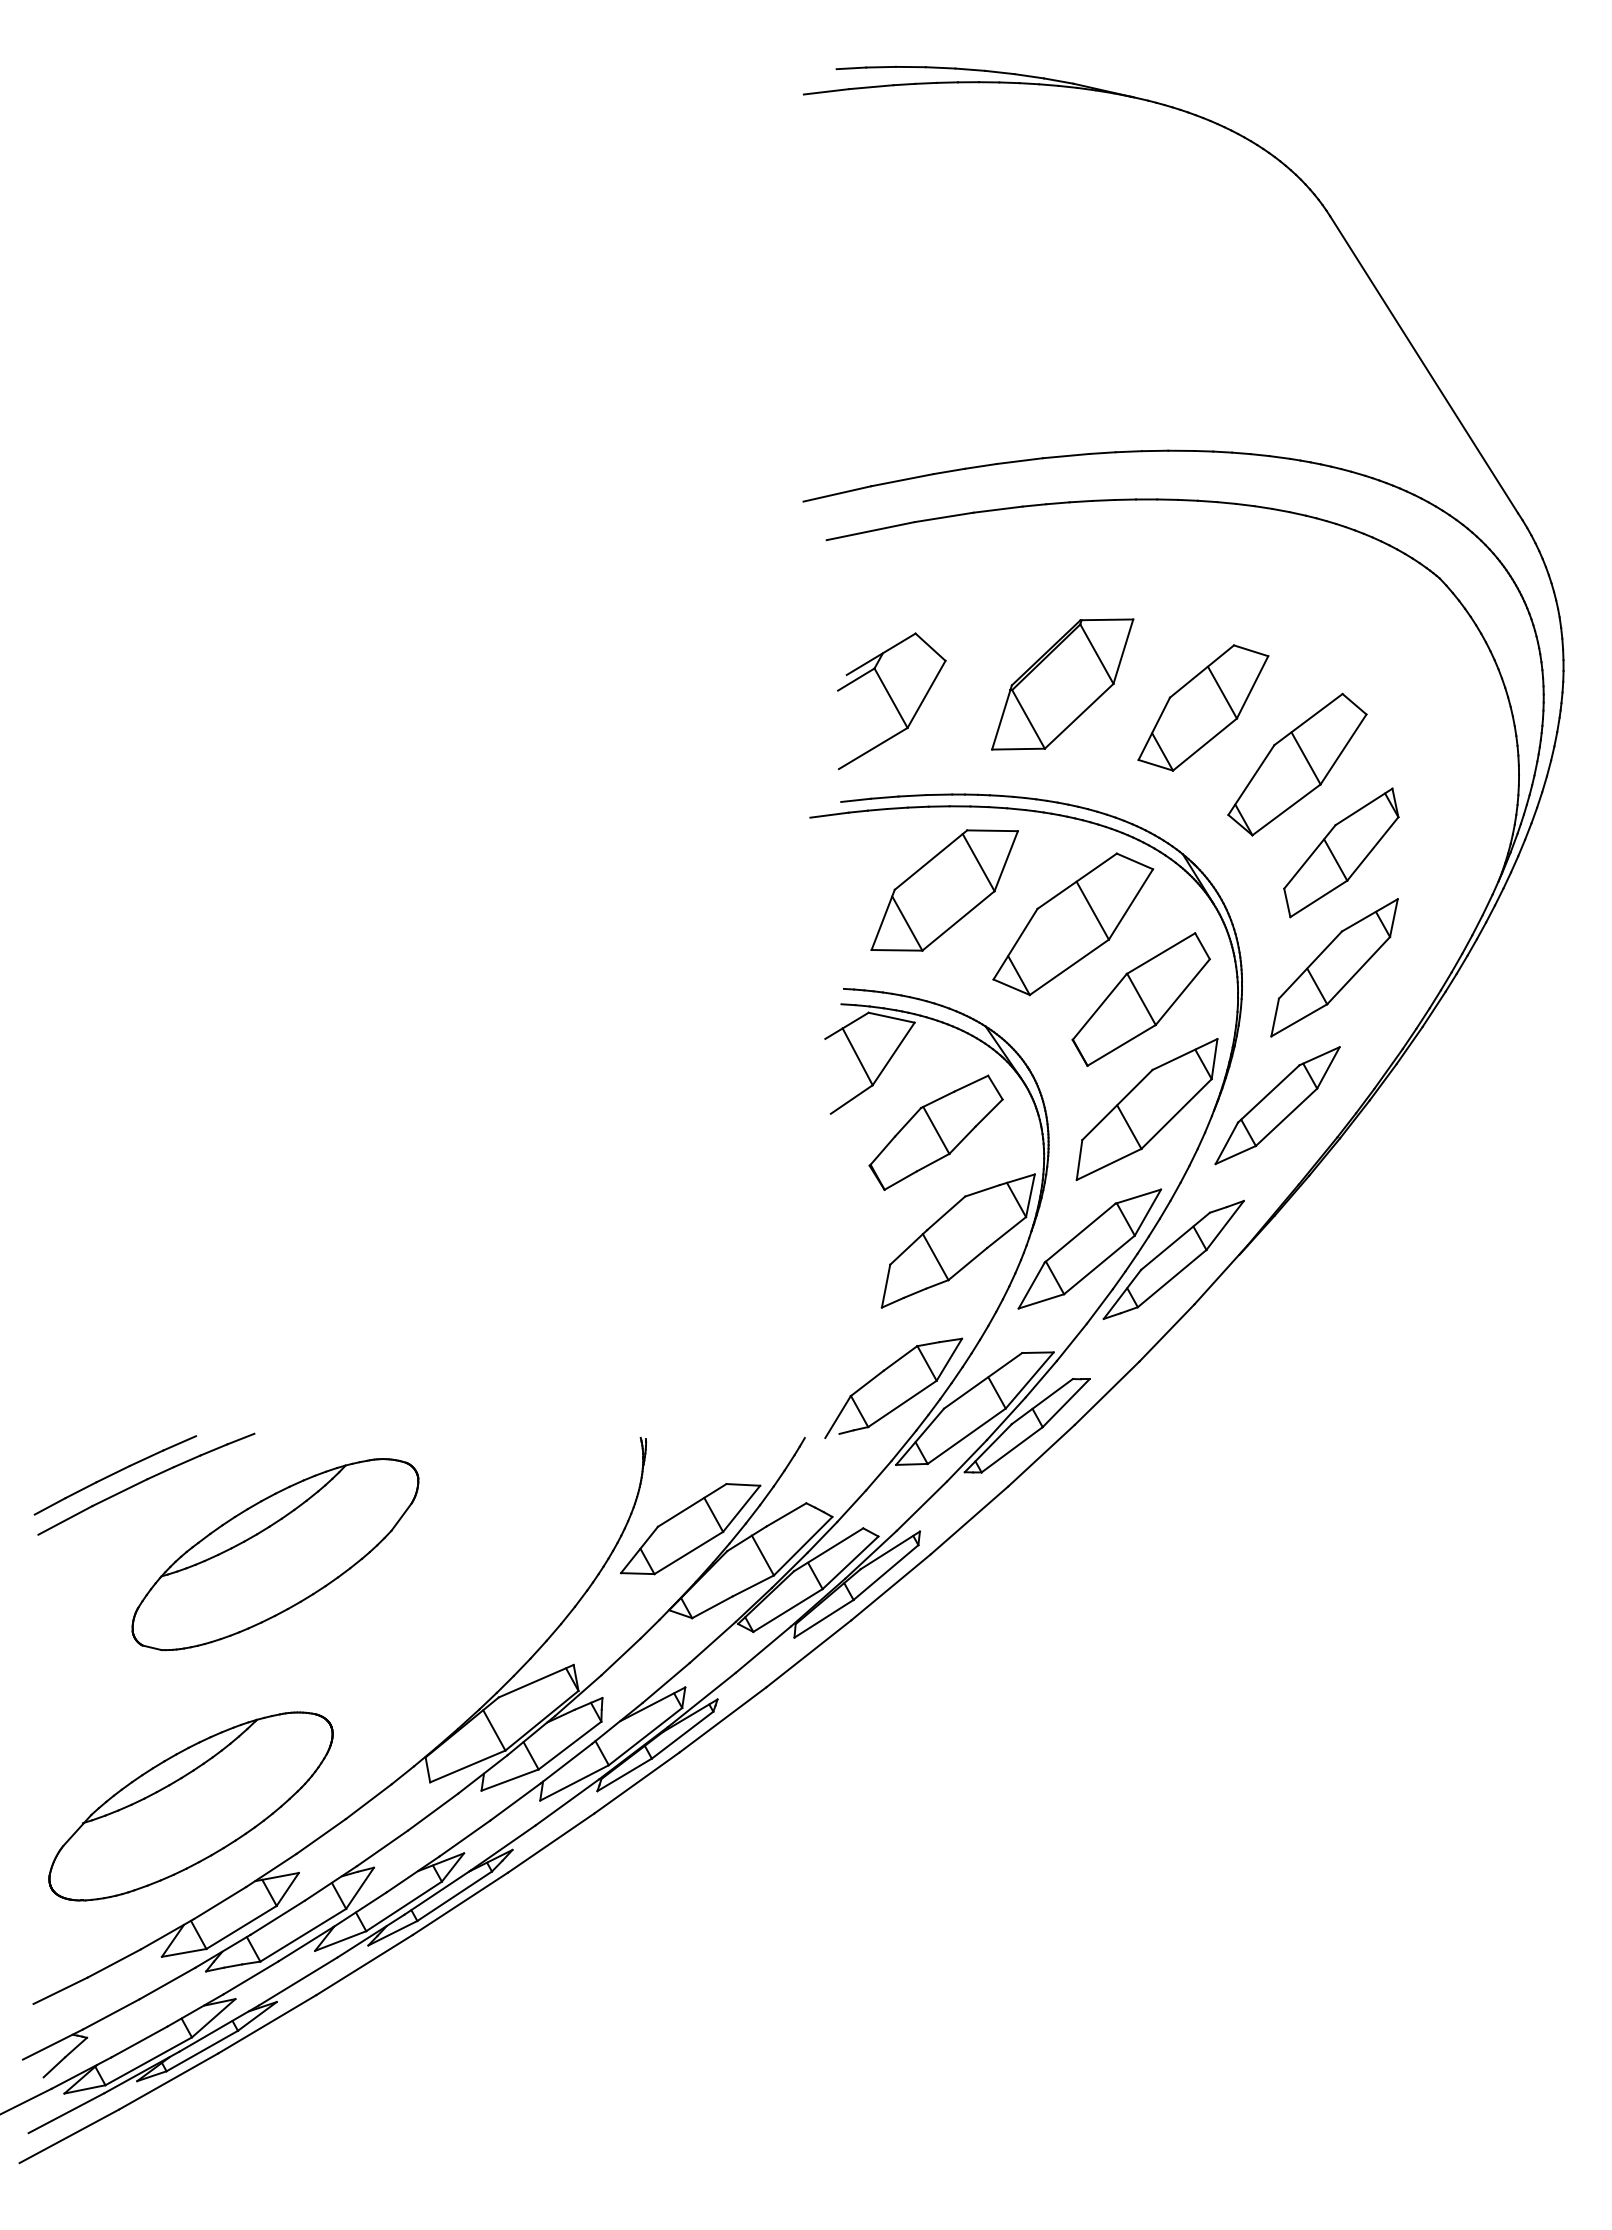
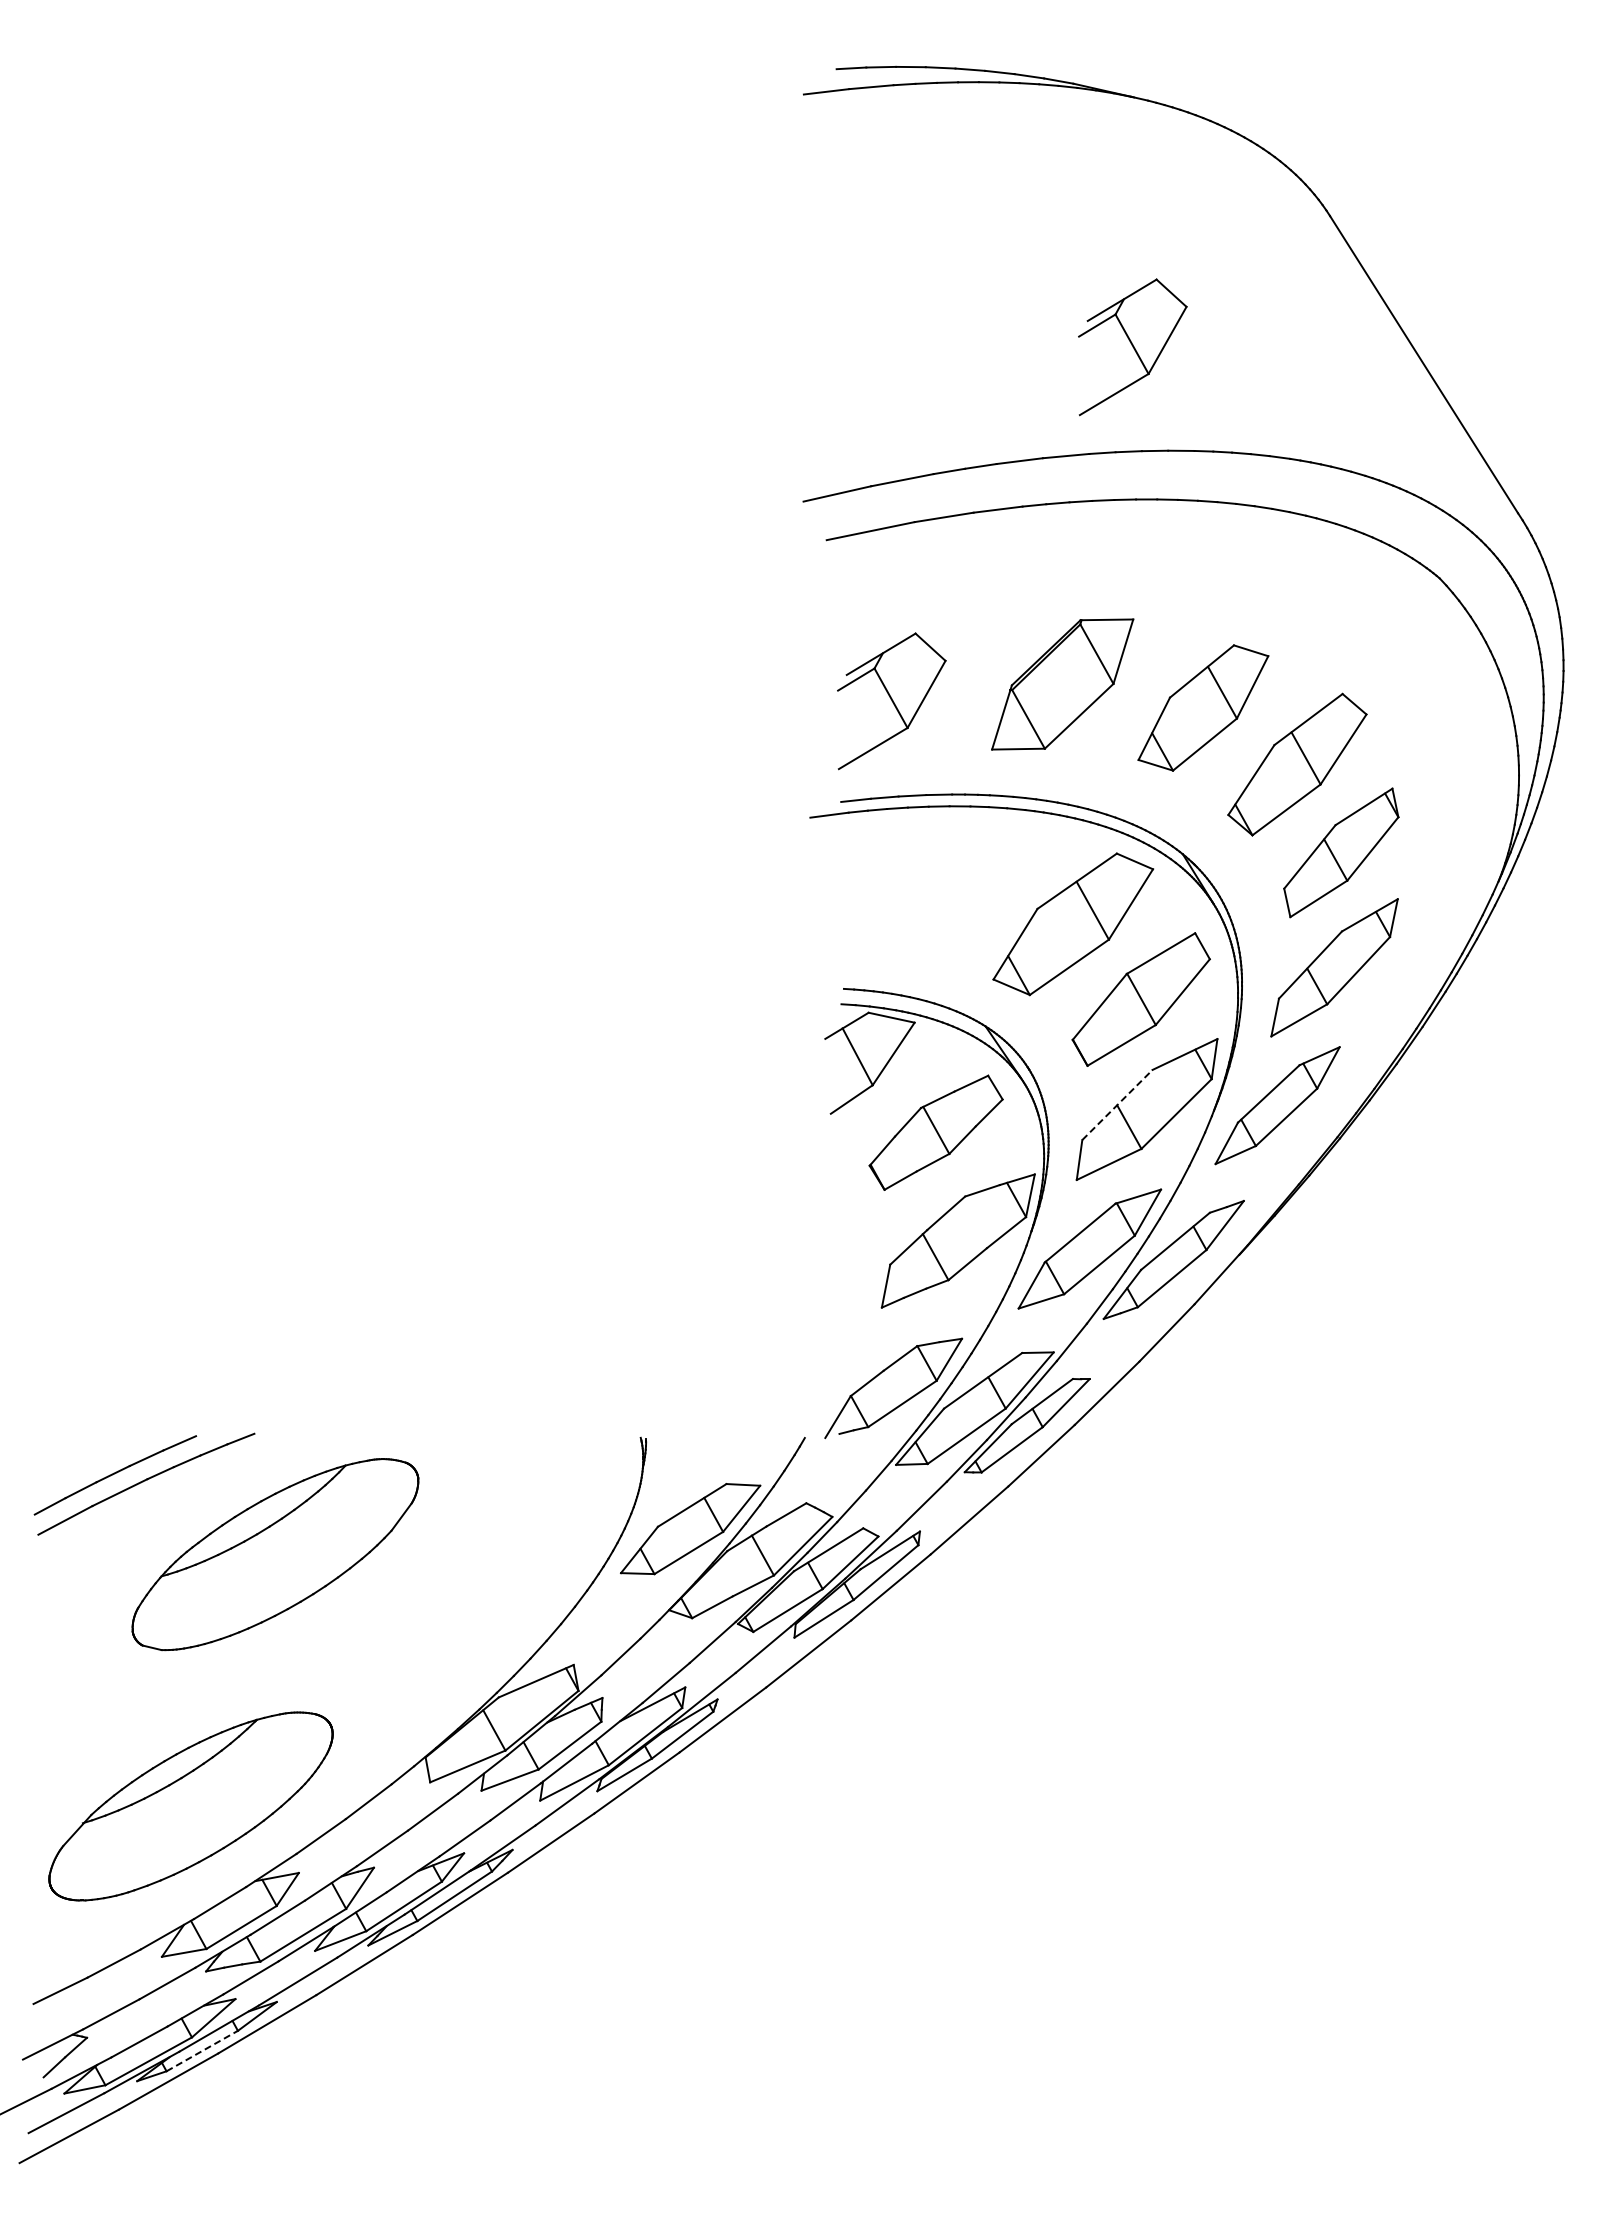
part at (1132, 347): none -> present
part at (944, 890): present -> none
line at (1117, 1105): solid -> dashed
line at (202, 2050): solid -> dashed
